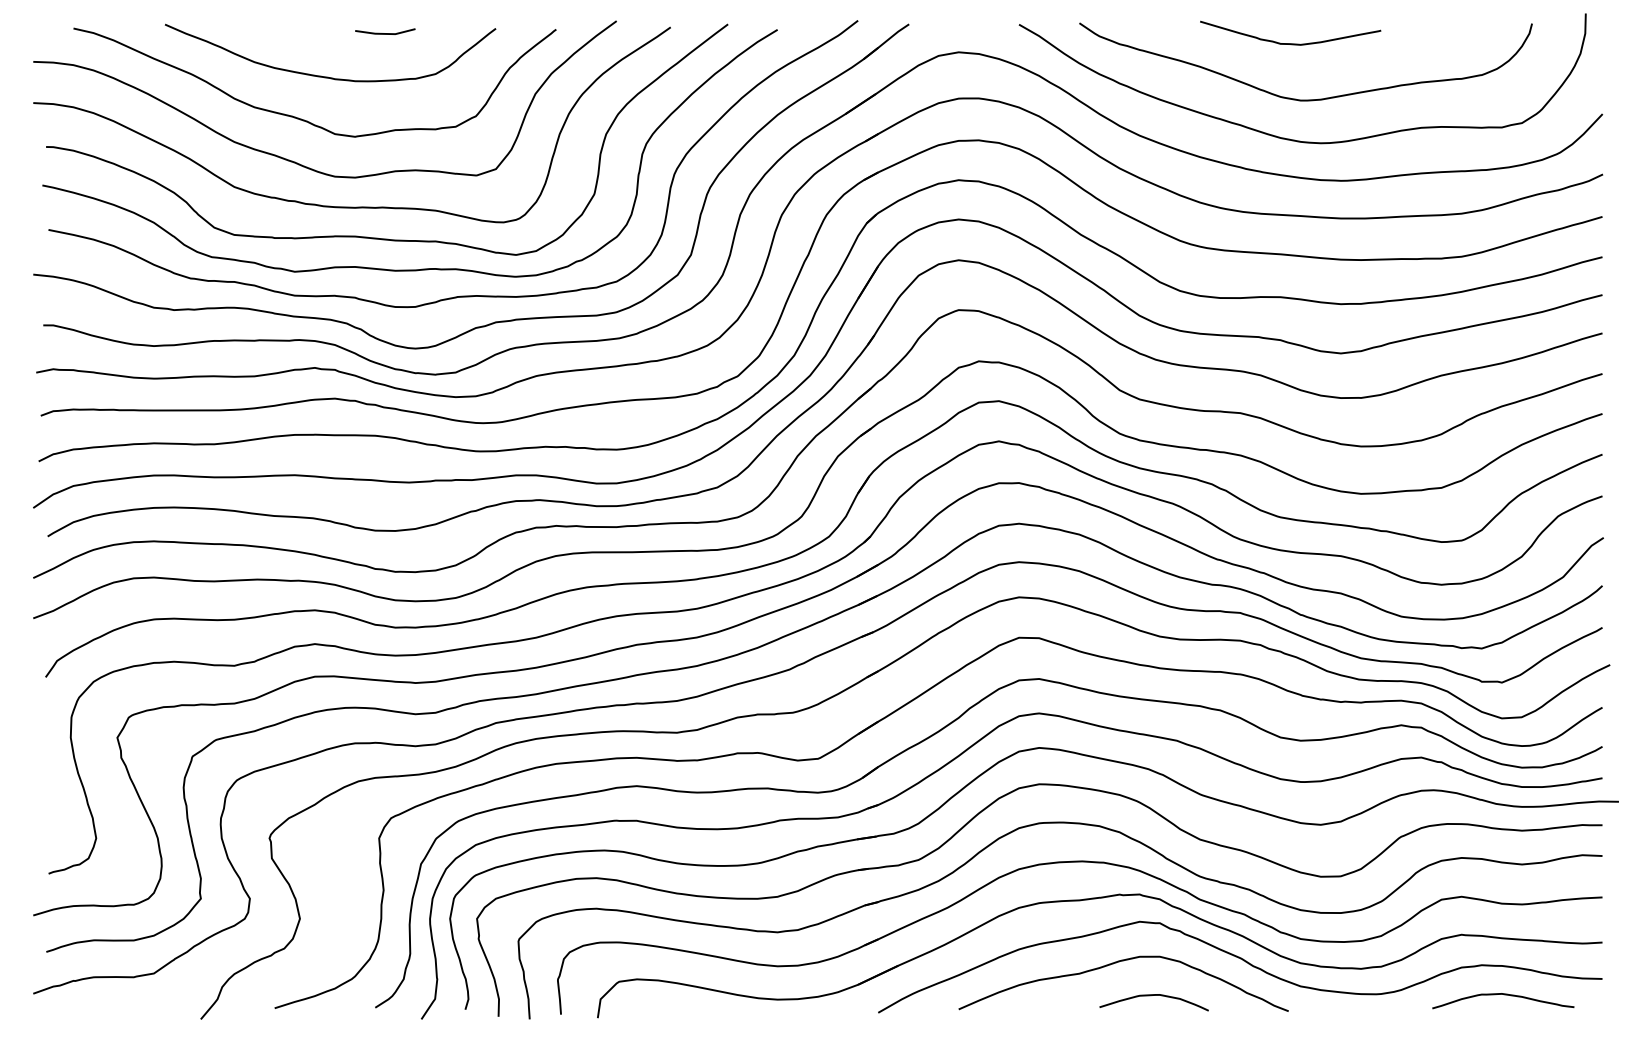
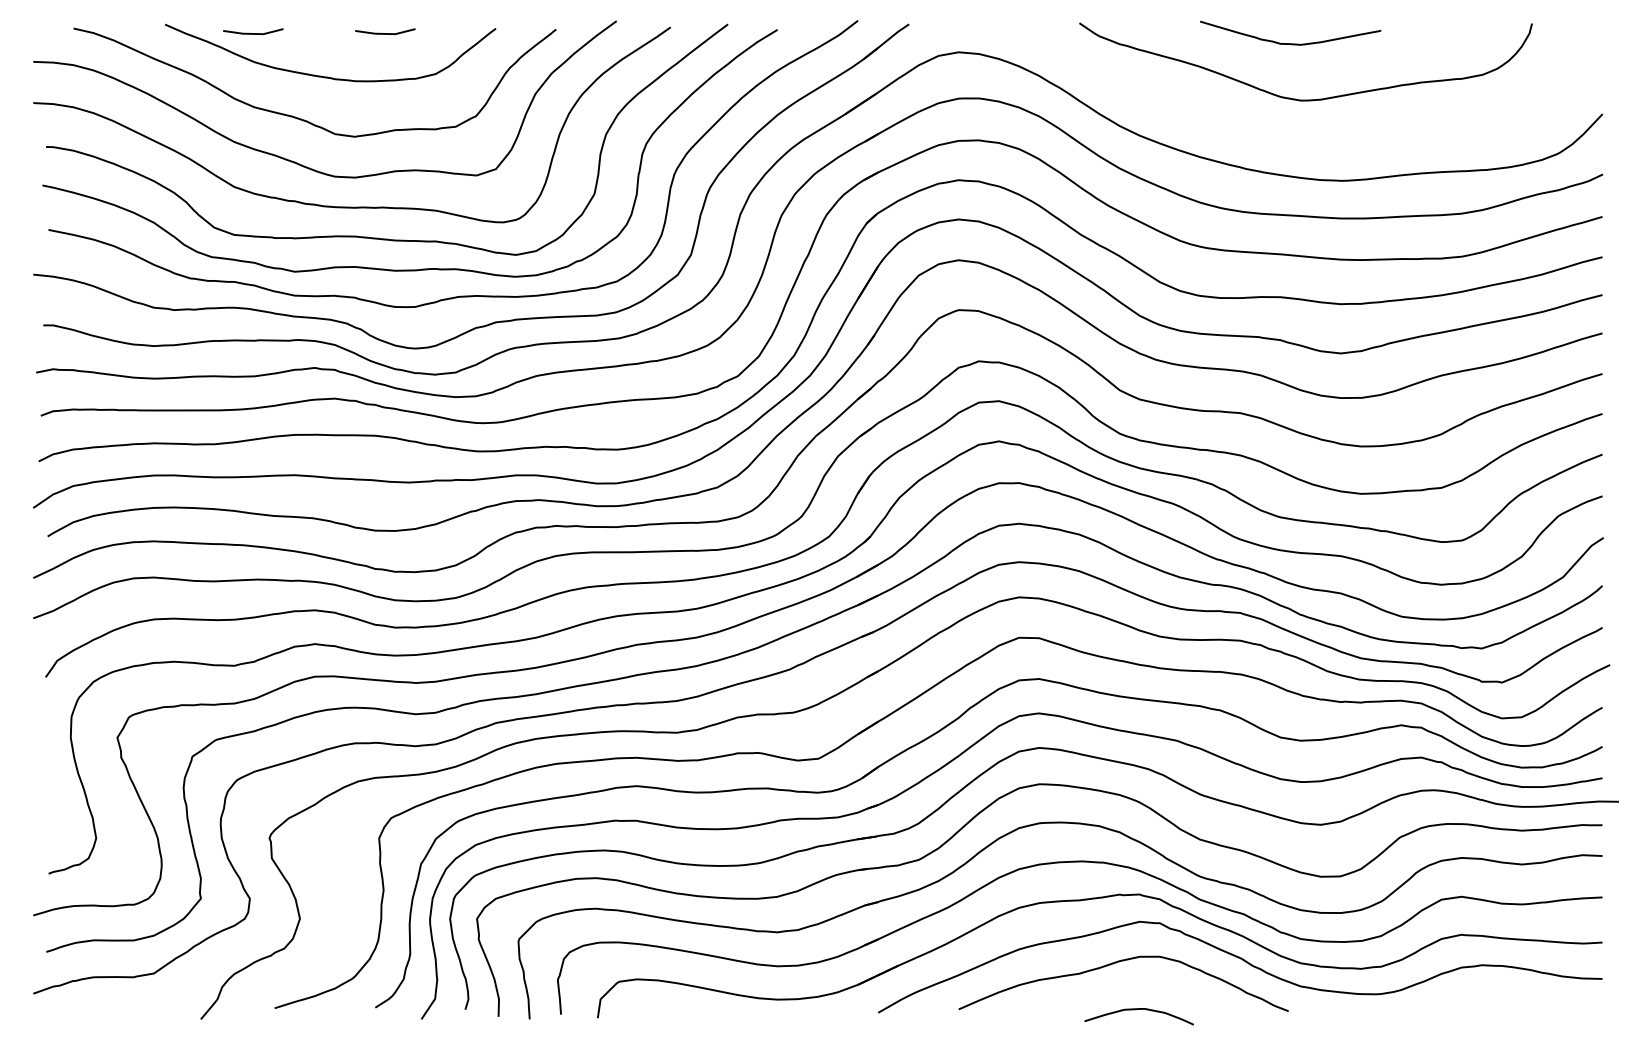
line at (253, 33): none -> present
curve at (1289, 138): present -> none
curve at (1504, 995): present -> none
curve at (1151, 996) position: (1151, 996) -> (1136, 1010)
